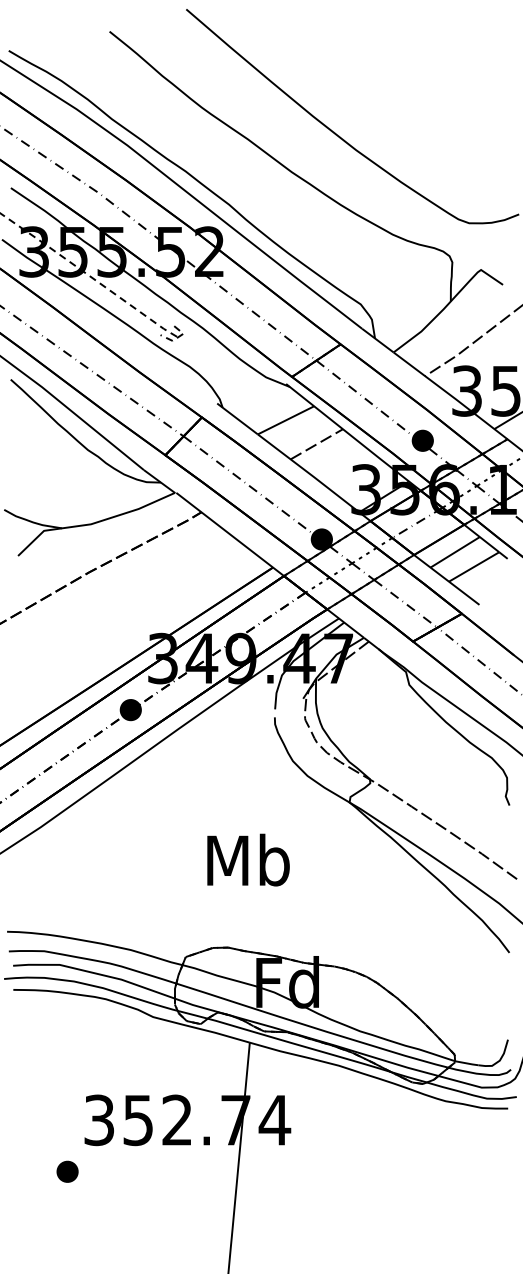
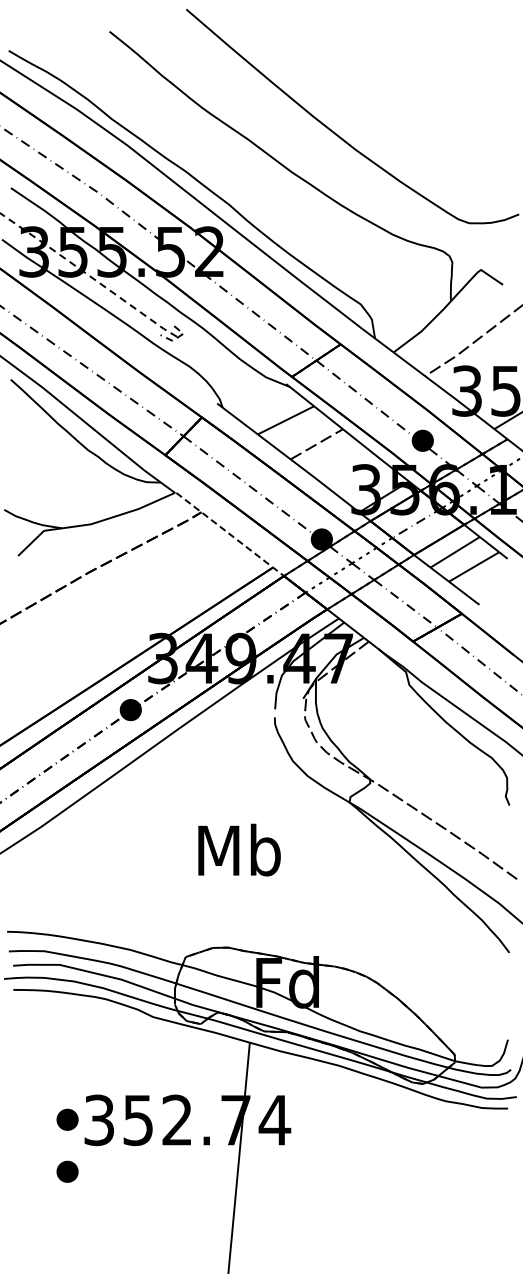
line at (230, 534): solid -> dashed
text at (248, 859) position: (248, 859) -> (239, 849)
part at (67, 1119): none -> present
